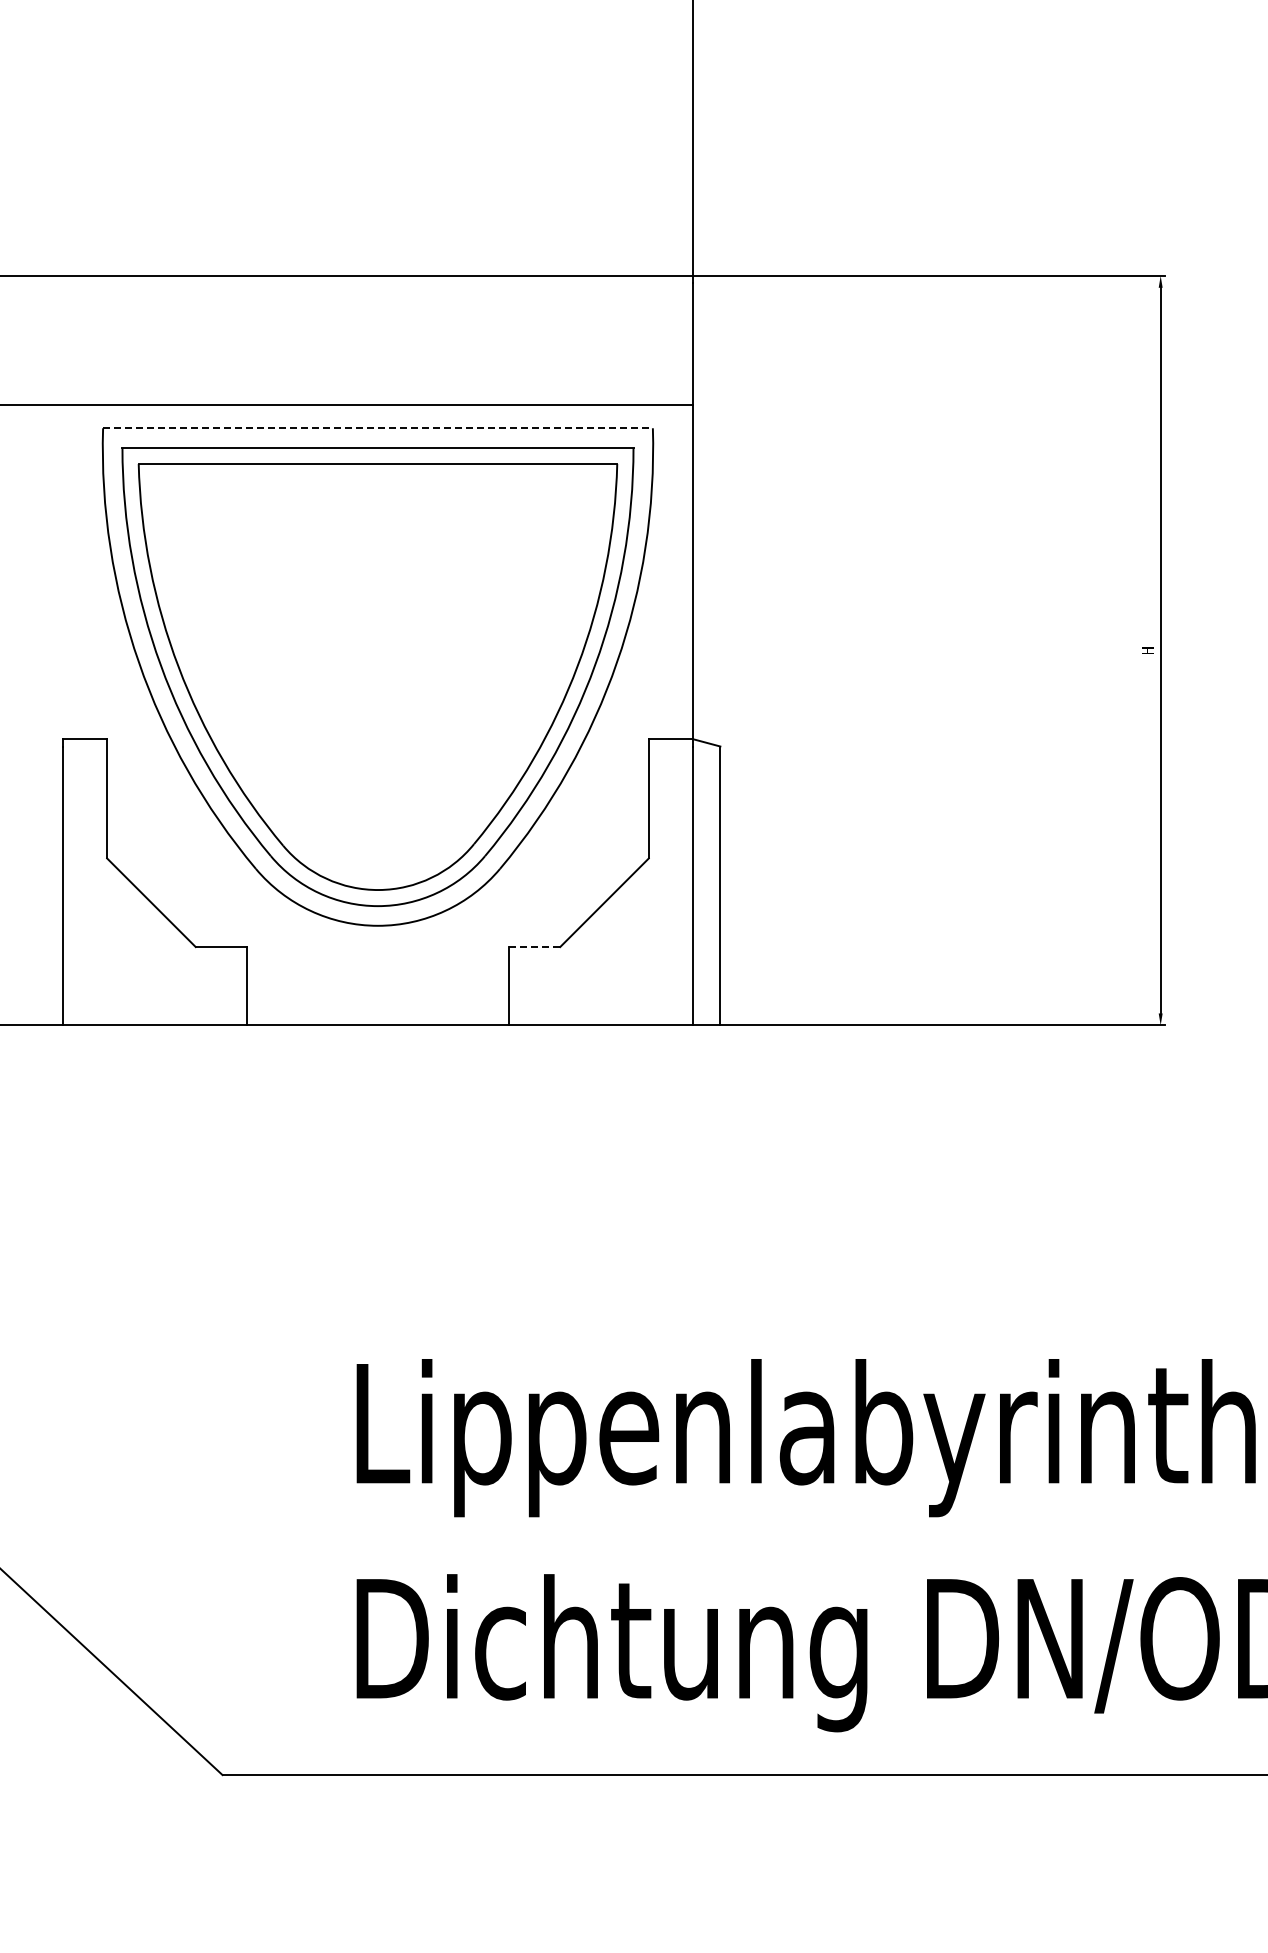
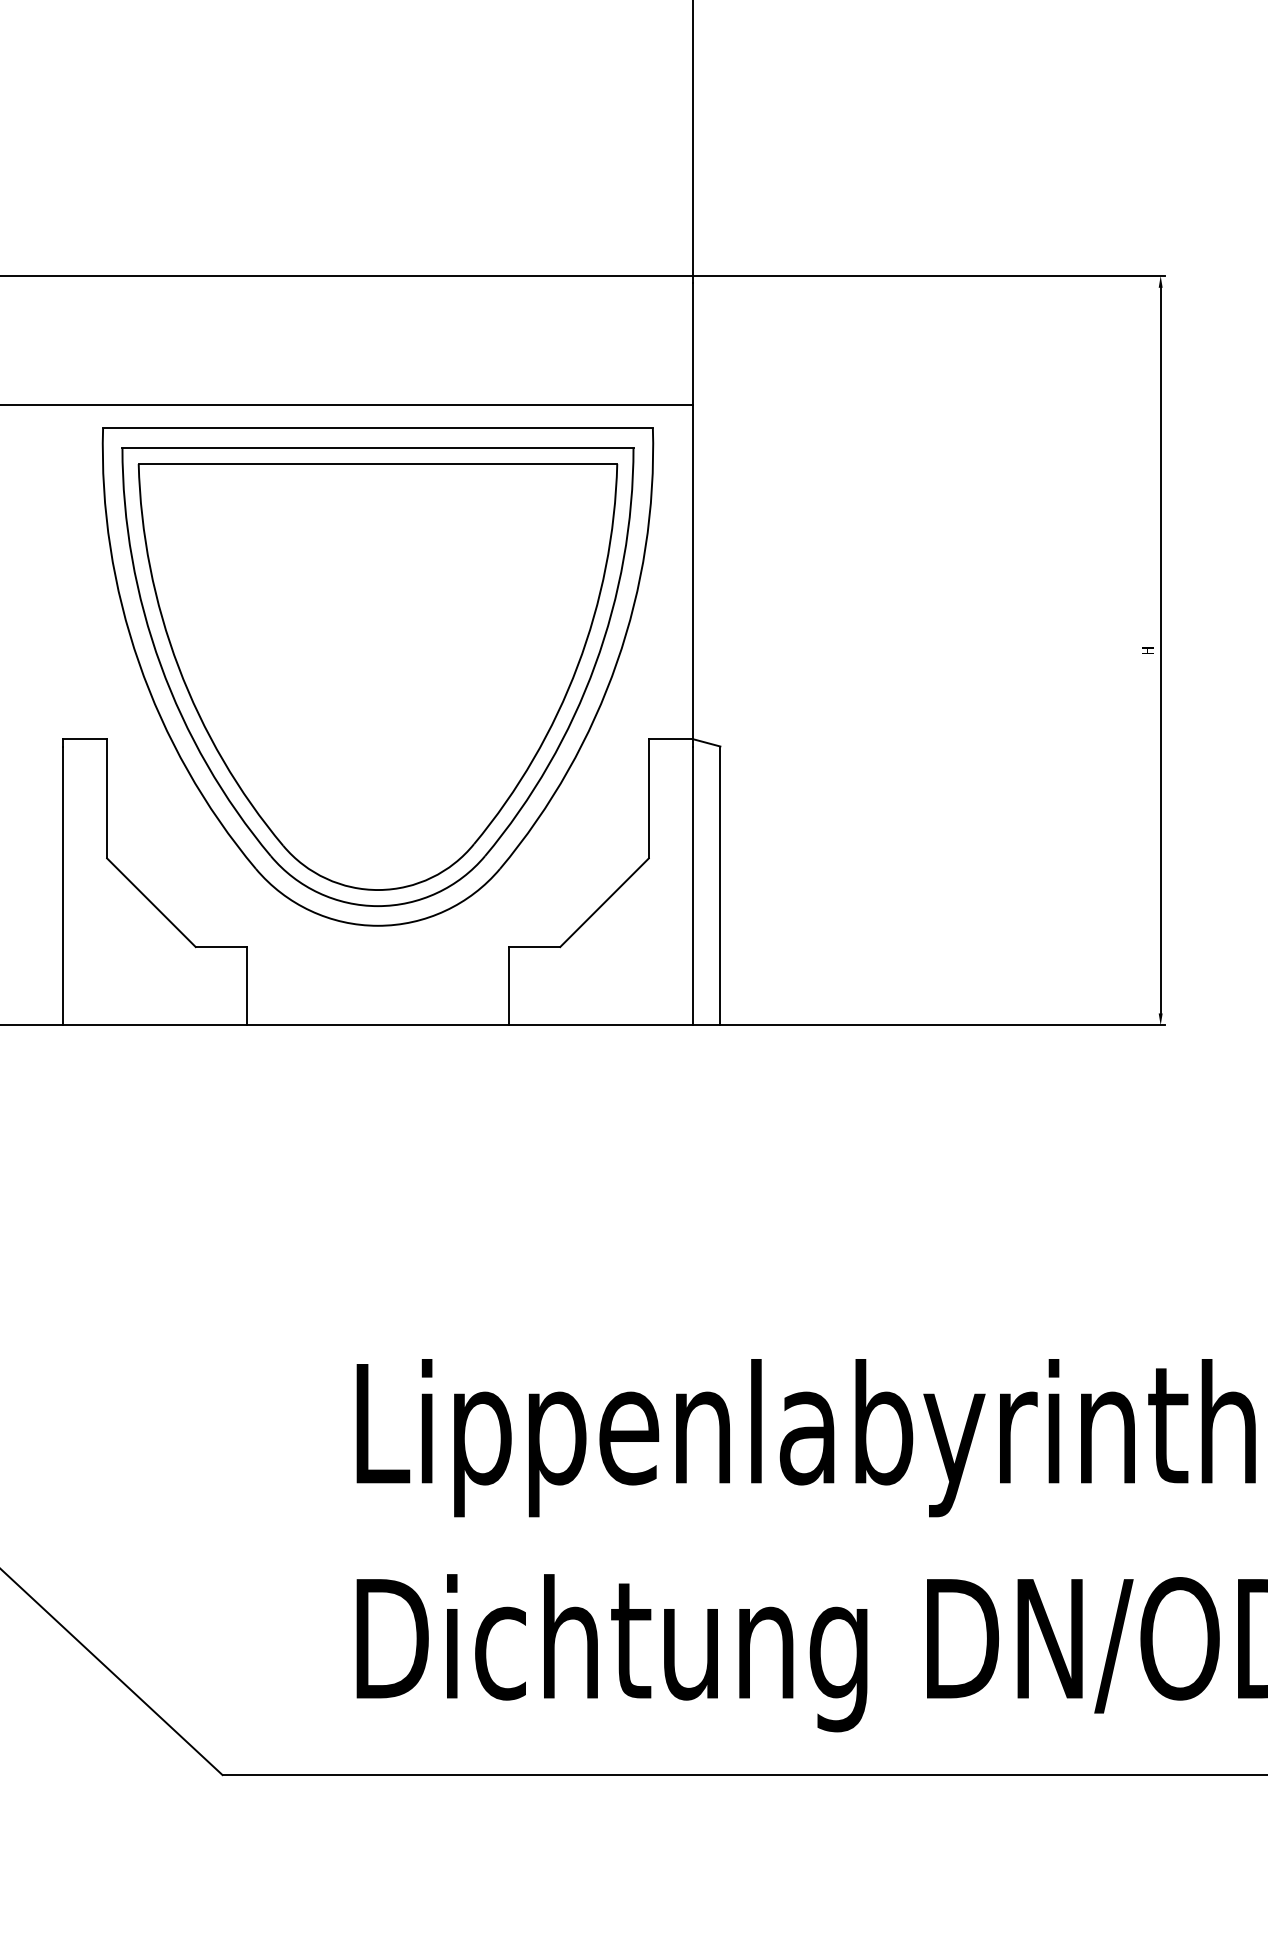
line at (377, 428): dashed -> solid
line at (534, 947): dashed -> solid
